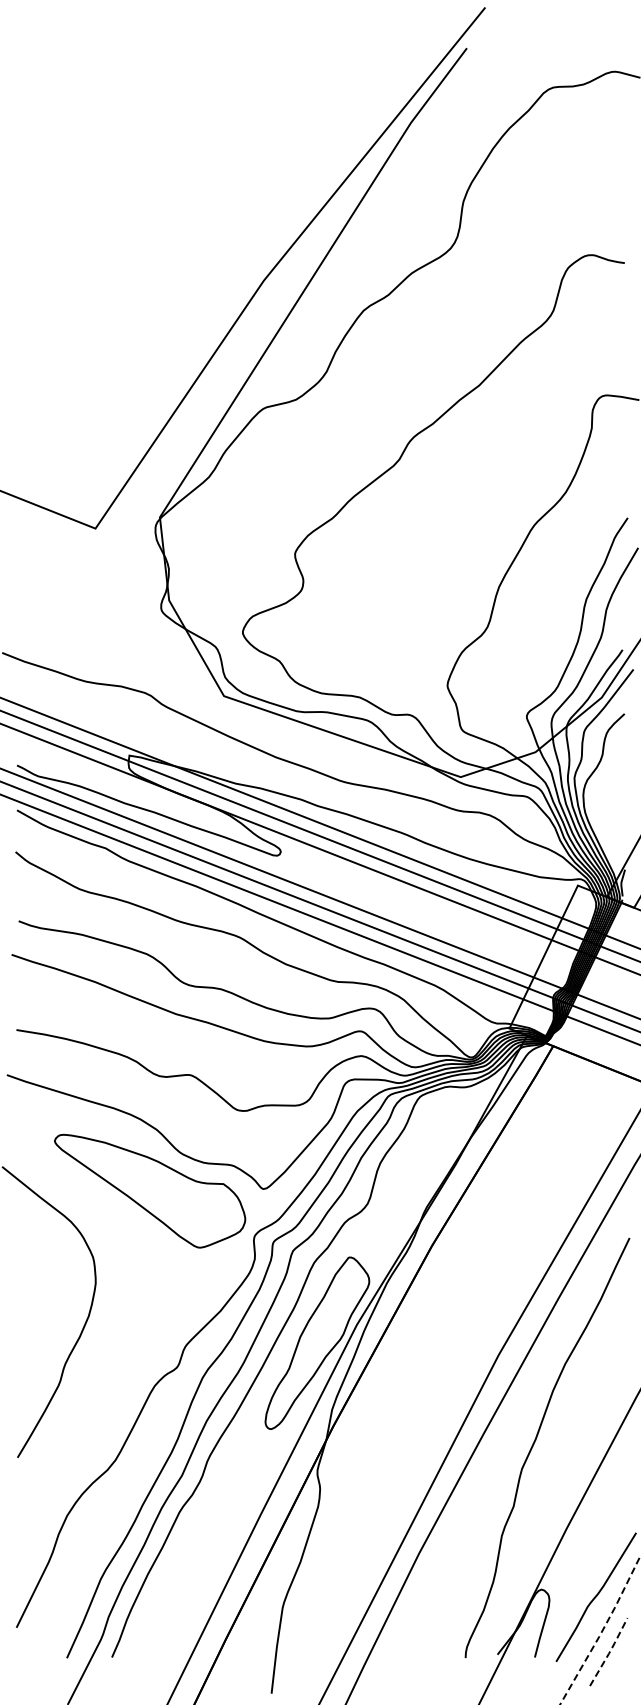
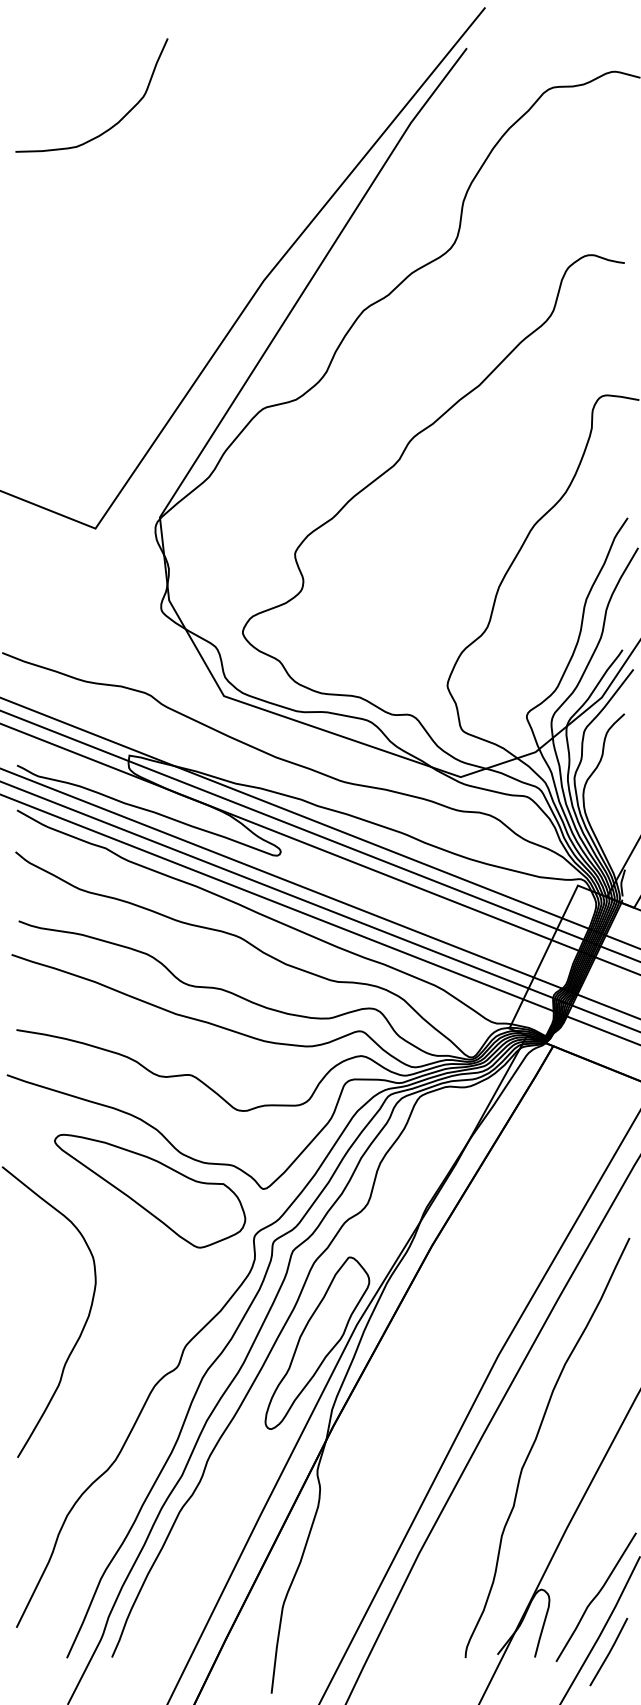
curve at (112, 125): none -> present
line at (602, 1630): dashed -> solid
line at (609, 1651): dashed -> solid
